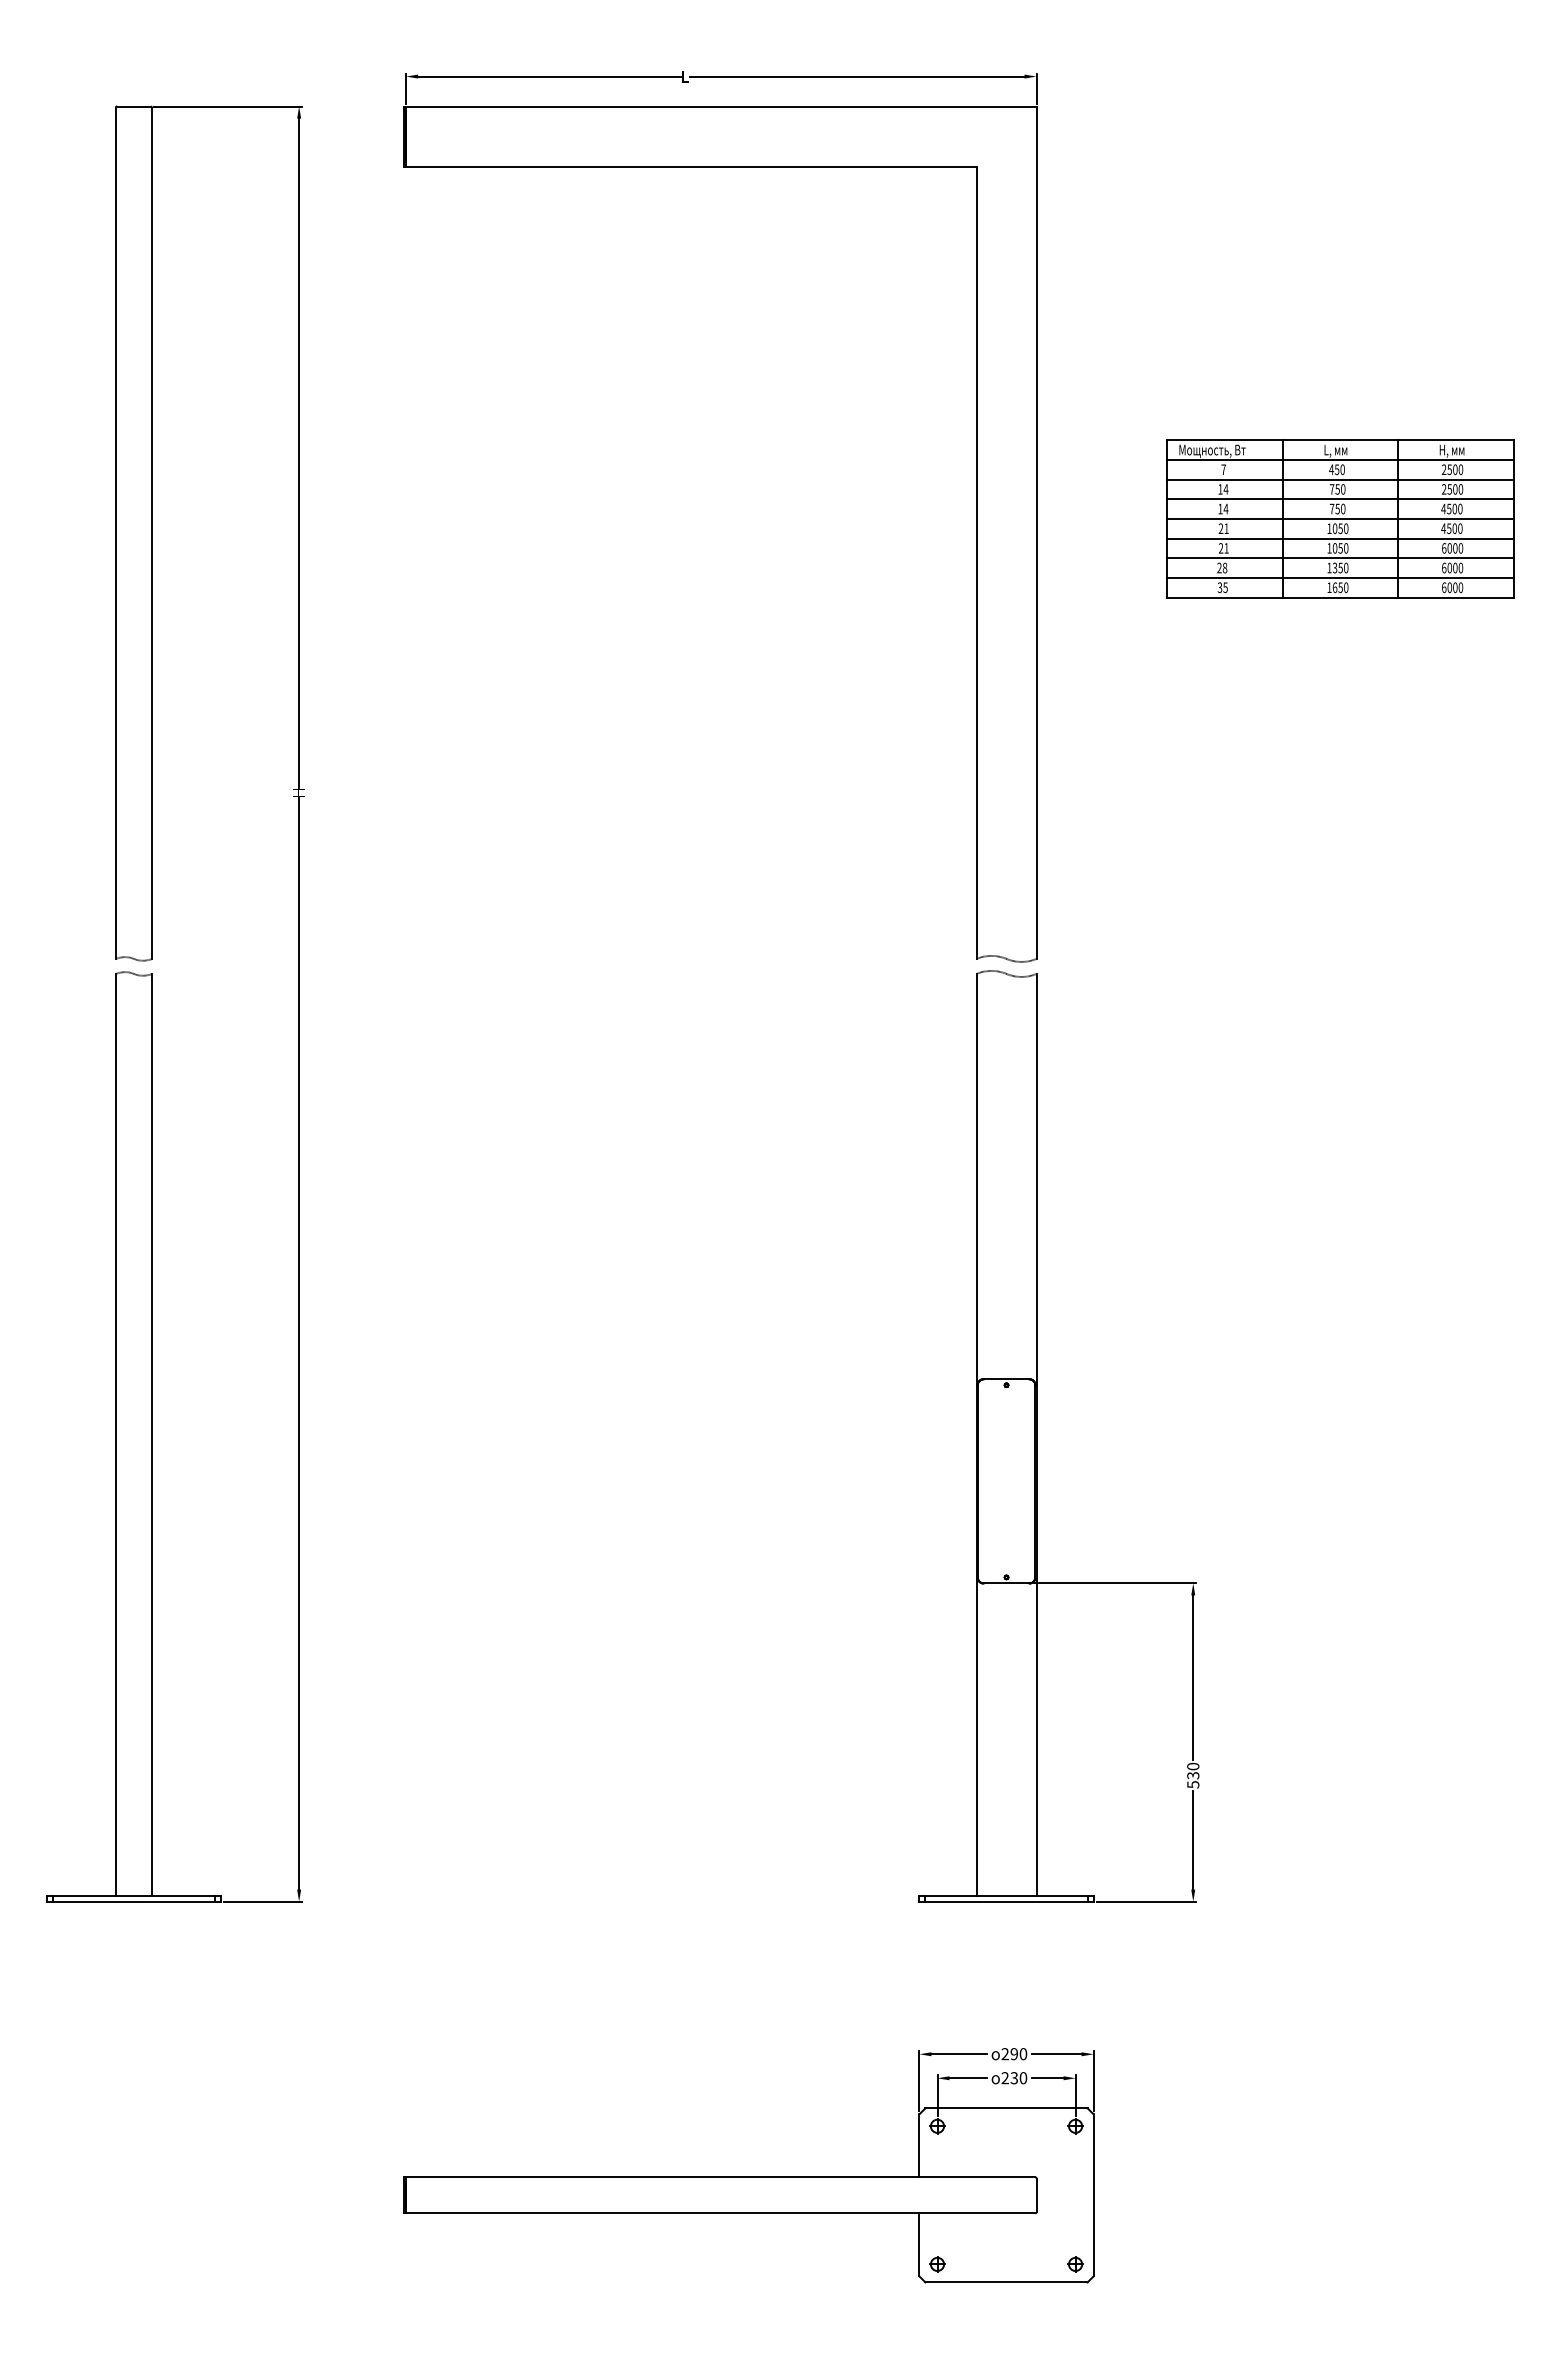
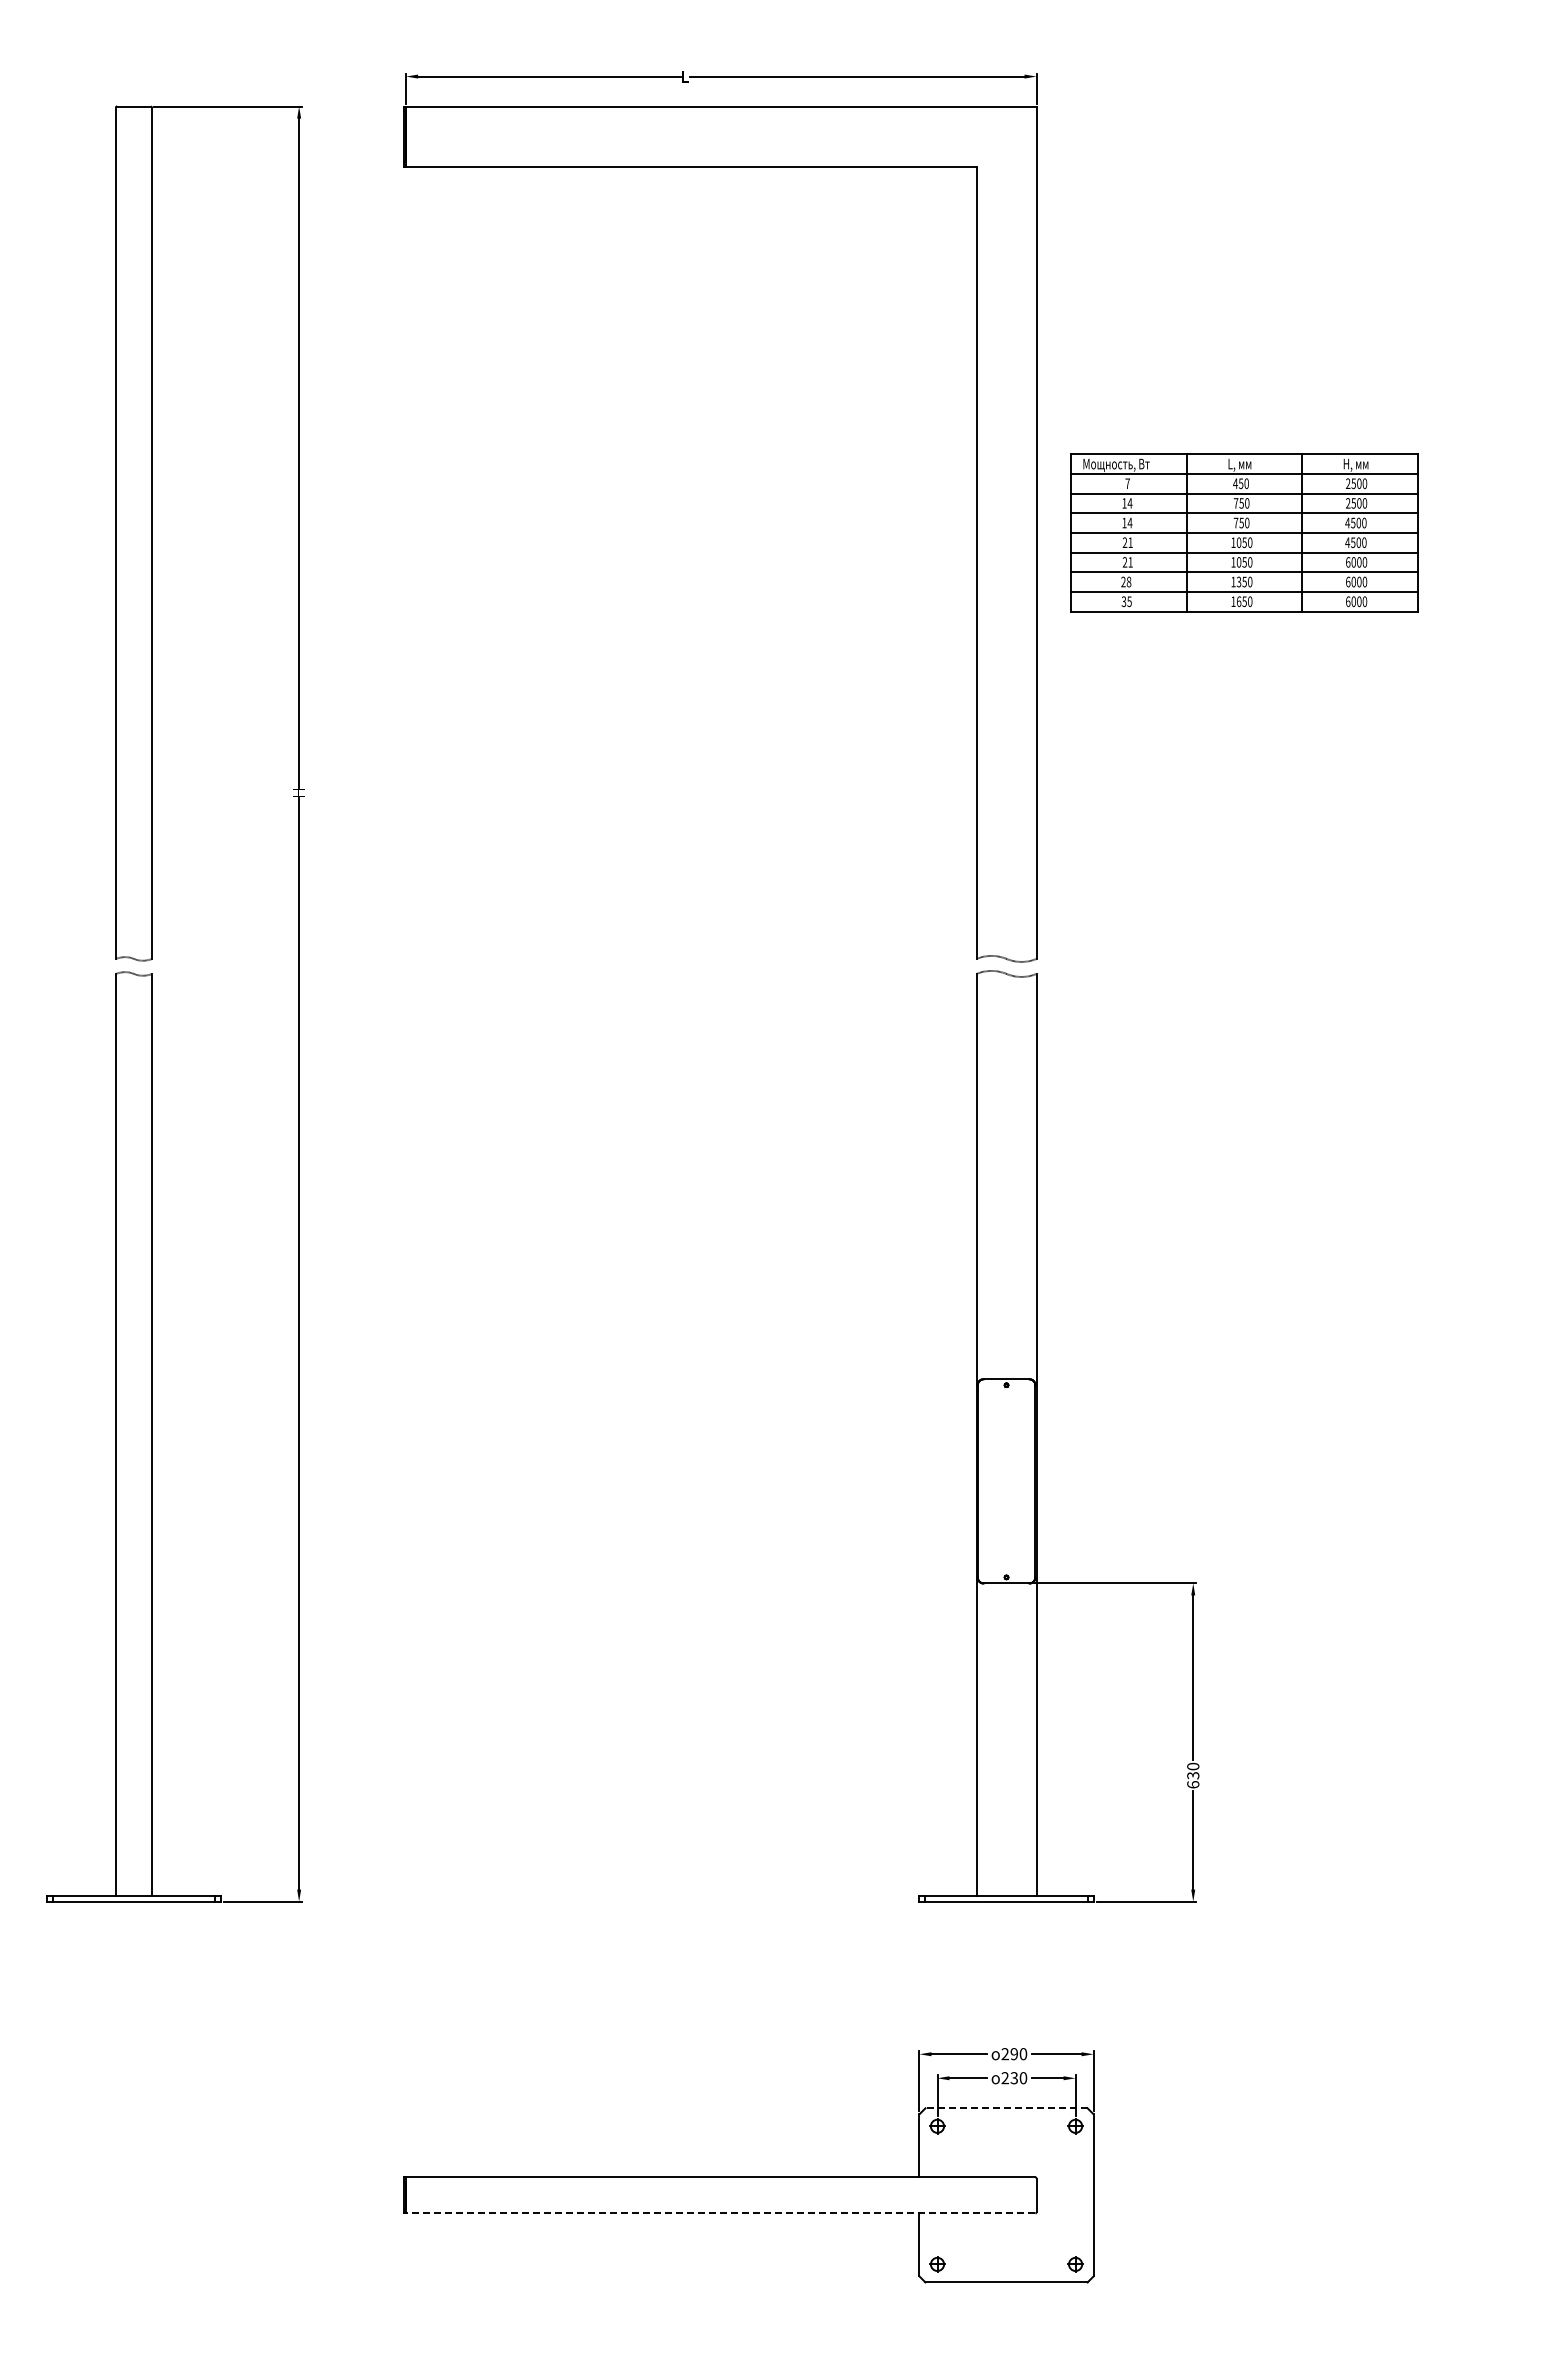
part at (1340, 518) position: (1340, 518) -> (1244, 532)
text at (1193, 1784): 530 -> 630
line at (1006, 2108): solid -> dashed
line at (720, 2213): solid -> dashed
